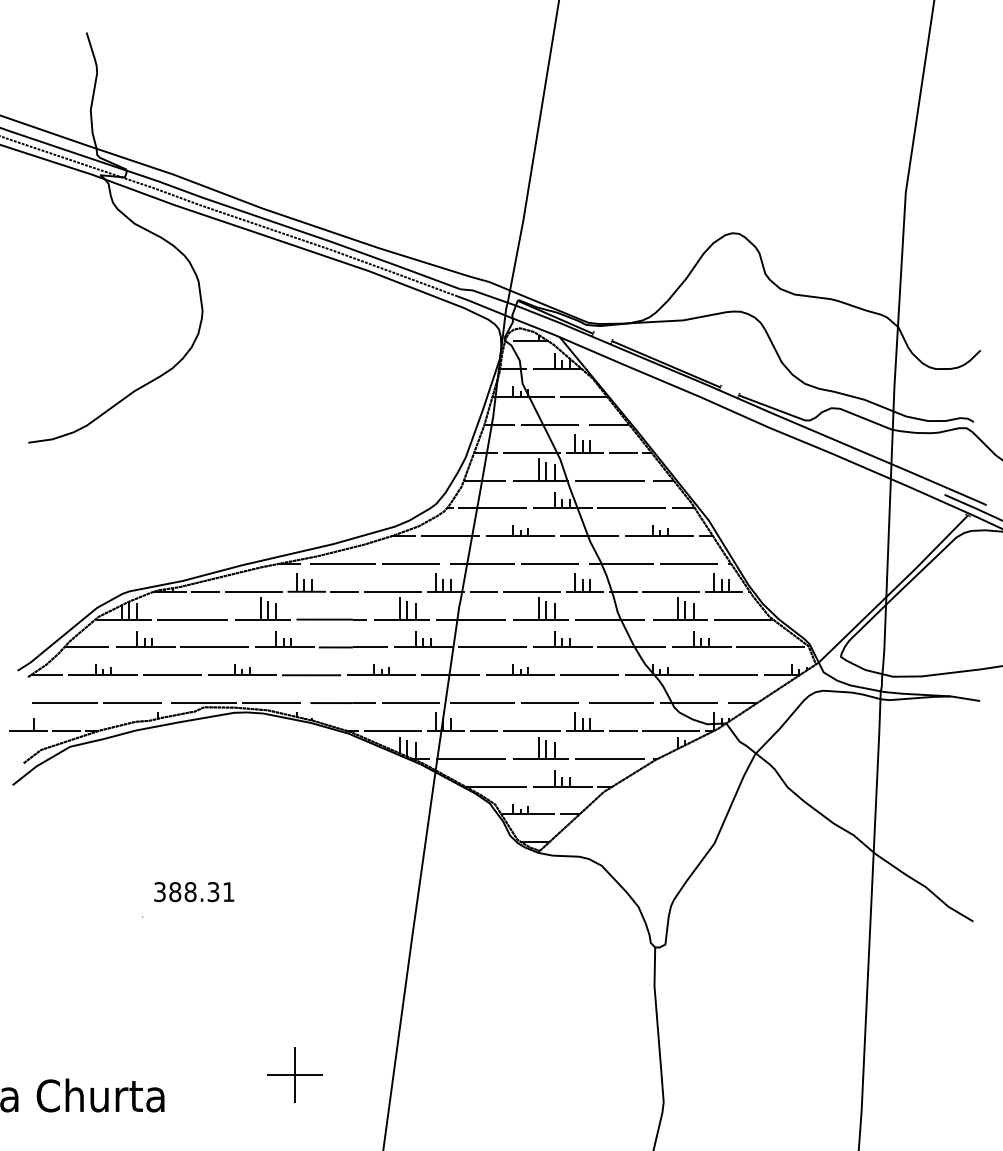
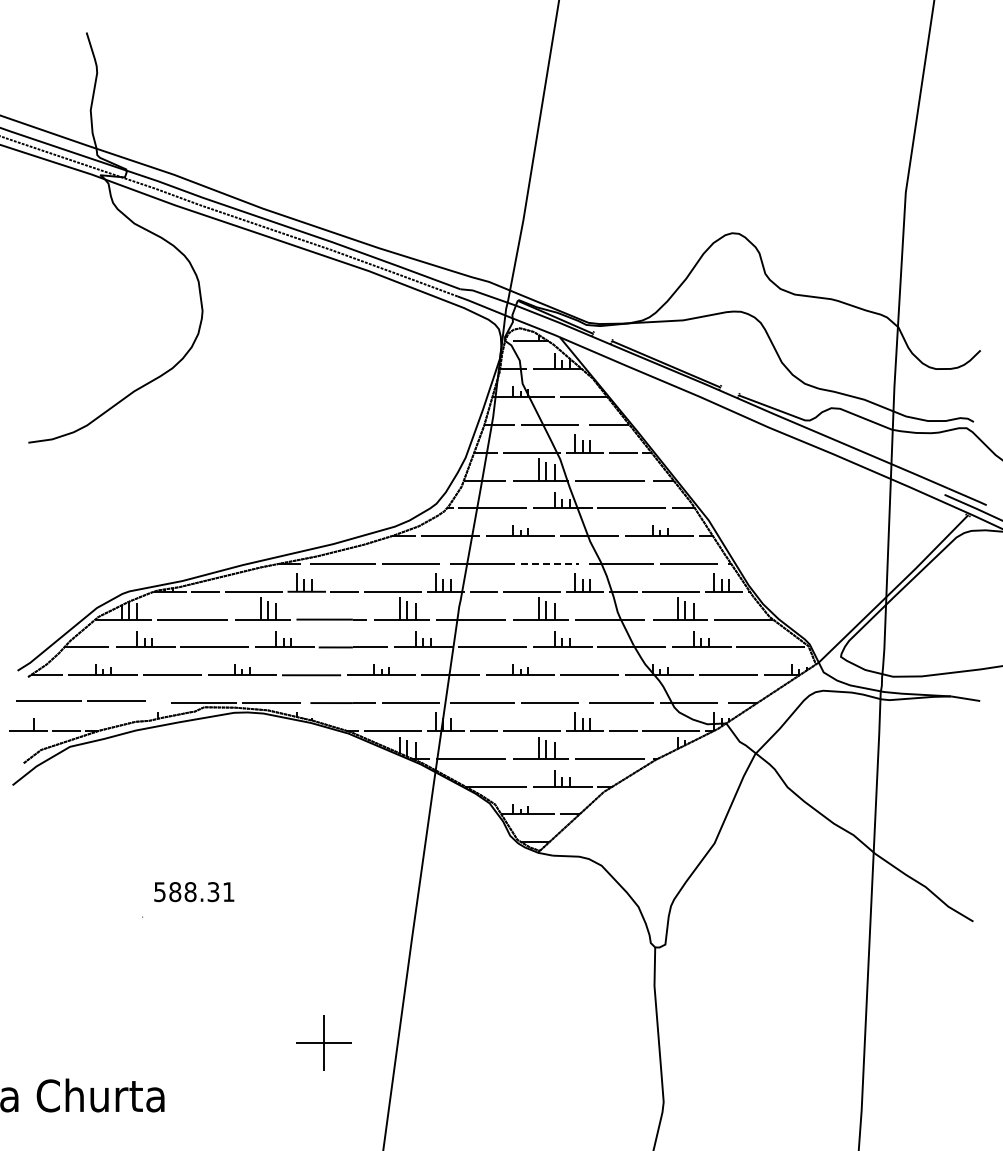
line at (550, 563): solid -> dashed
line at (96, 702) position: (96, 702) -> (80, 700)
text at (159, 891): 388.31 -> 588.31
part at (294, 1074) position: (294, 1074) -> (323, 1042)
